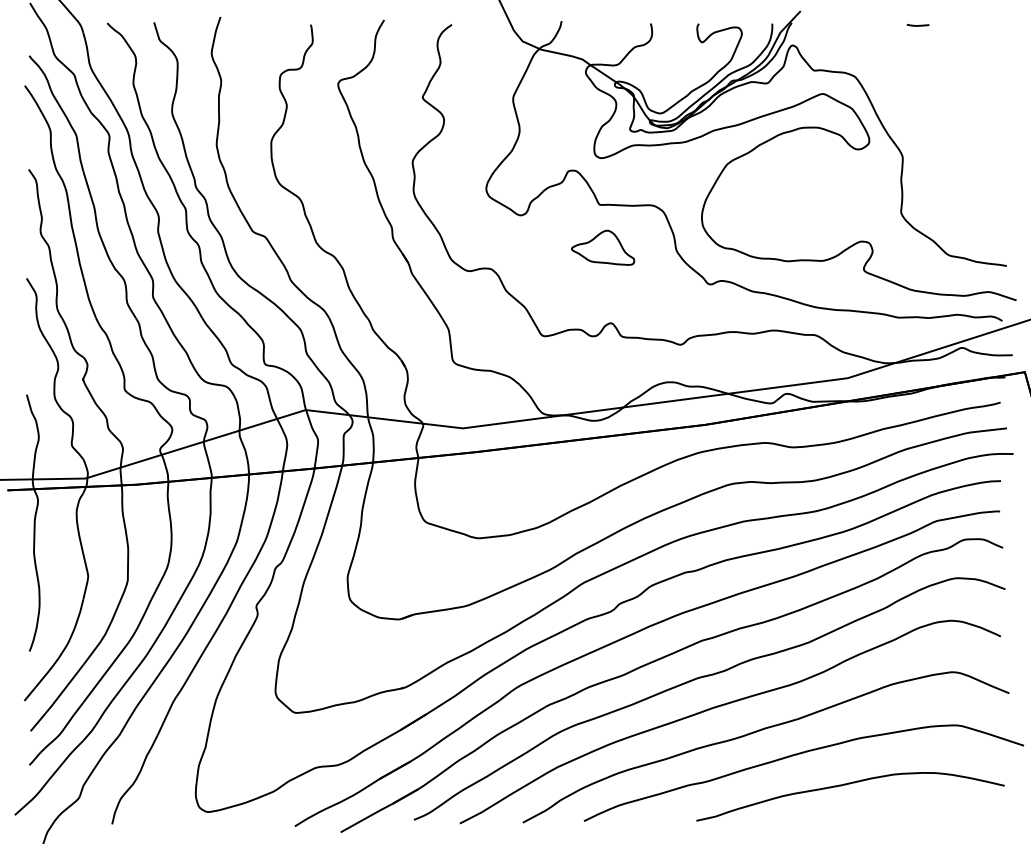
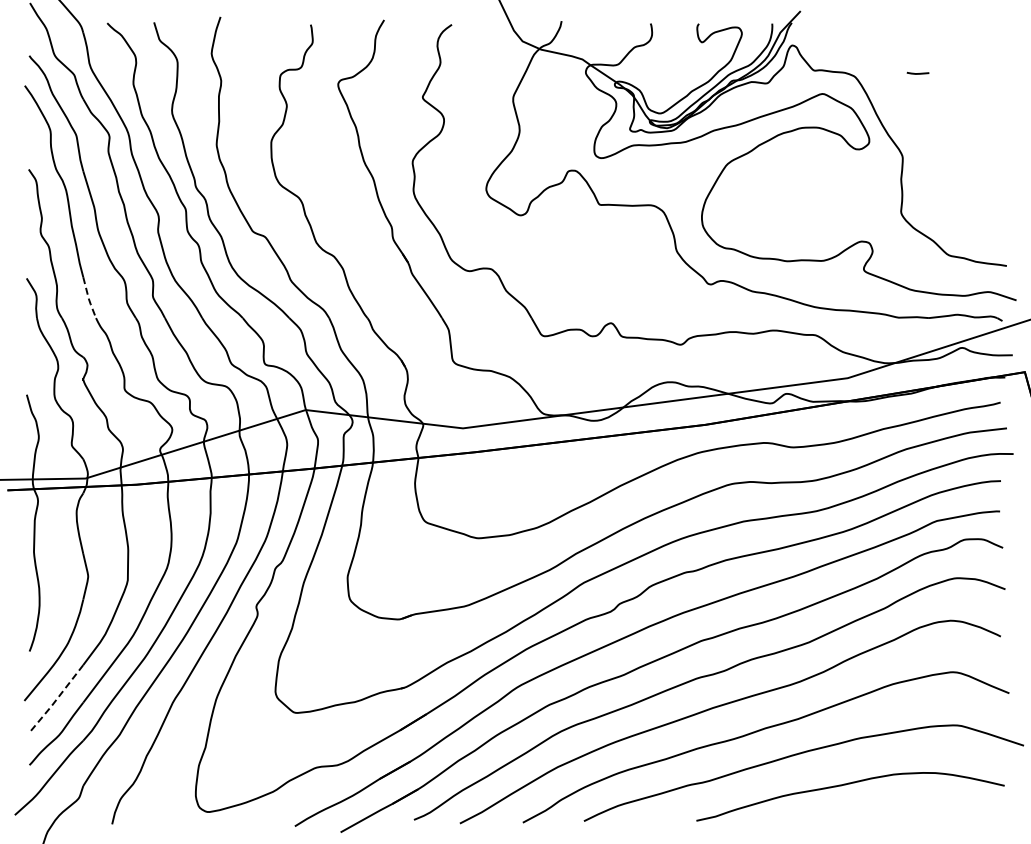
line at (917, 25) position: (917, 25) -> (917, 73)
part at (603, 247): present -> none
line at (88, 298): solid -> dashed
line at (56, 699): solid -> dashed
